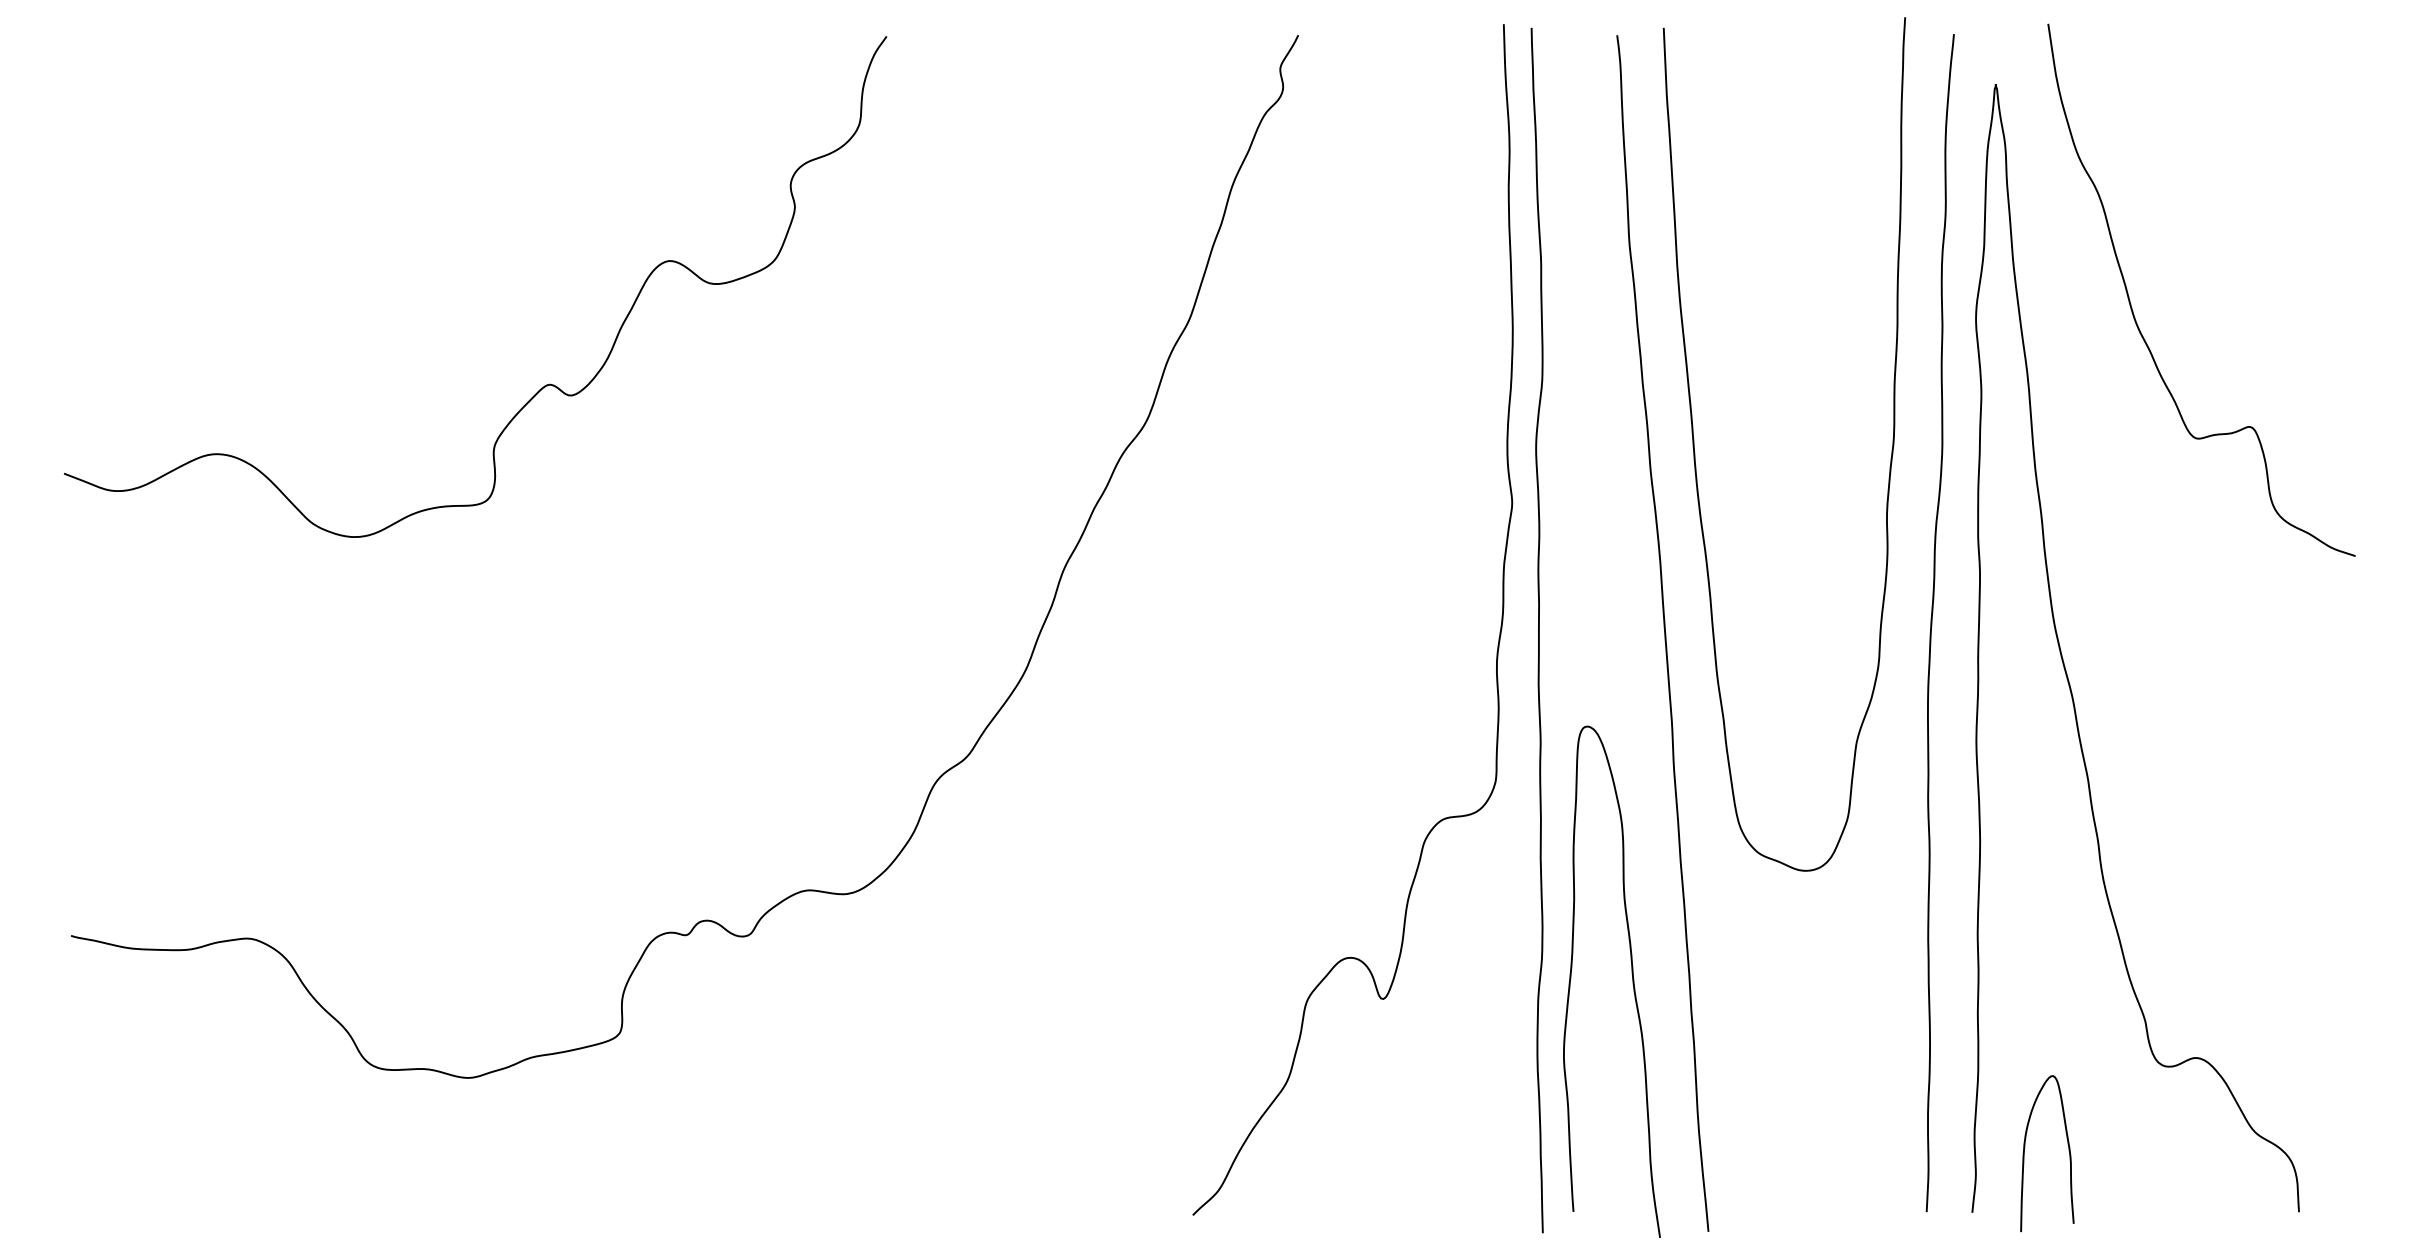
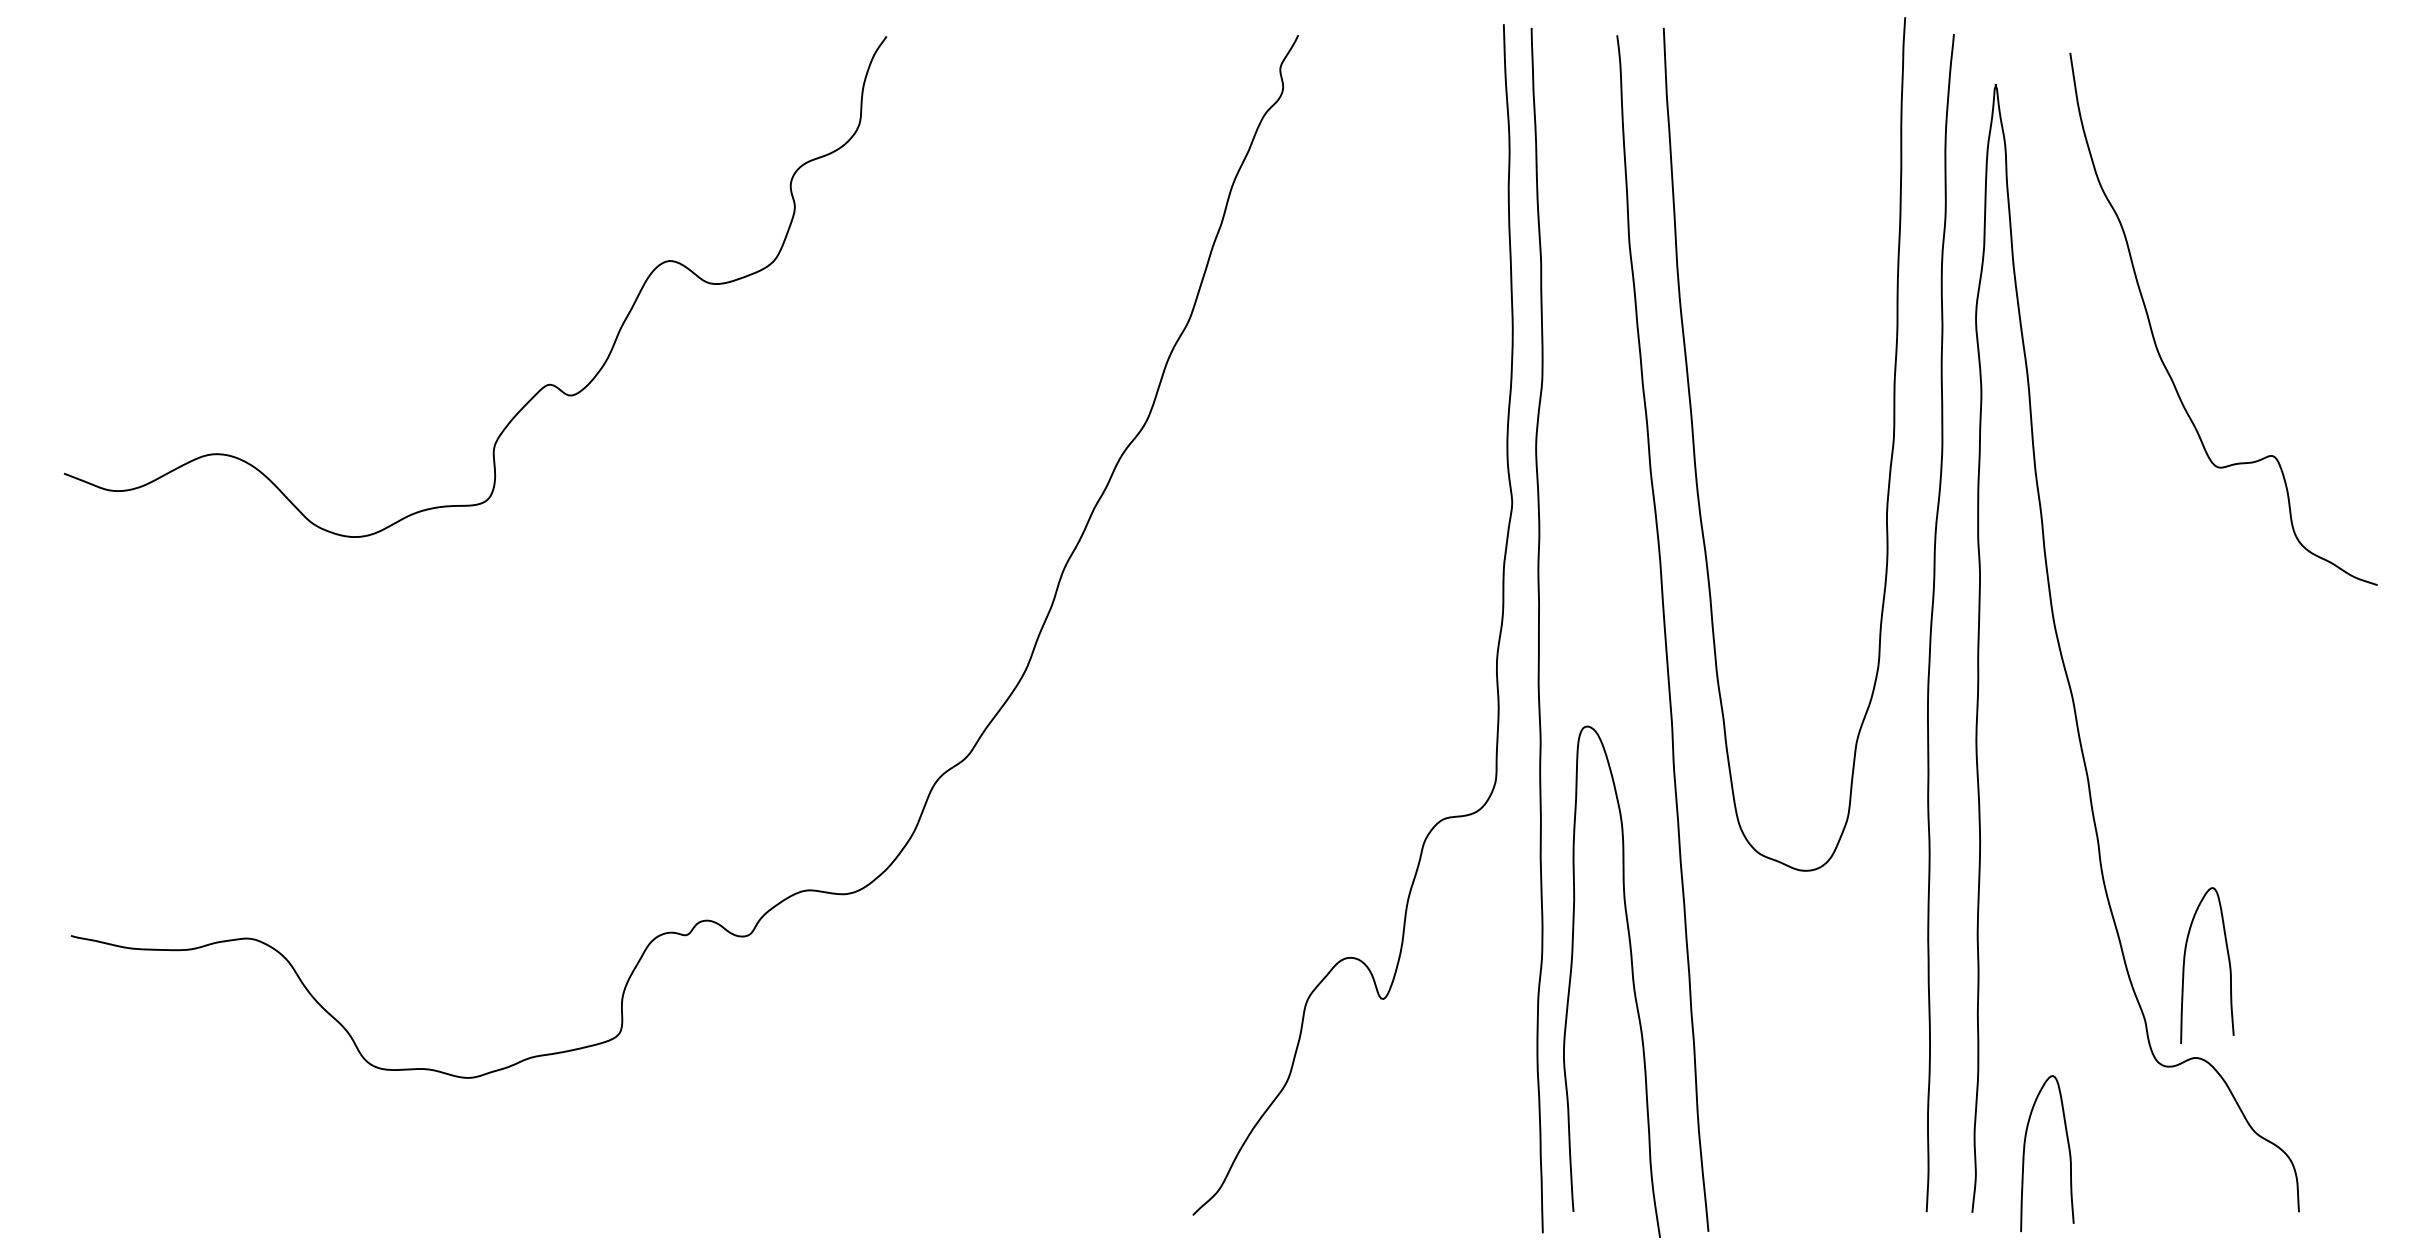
curve at (2132, 307) position: (2132, 307) -> (2154, 336)
curve at (2228, 963): none -> present
